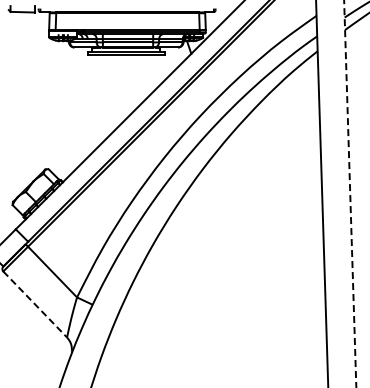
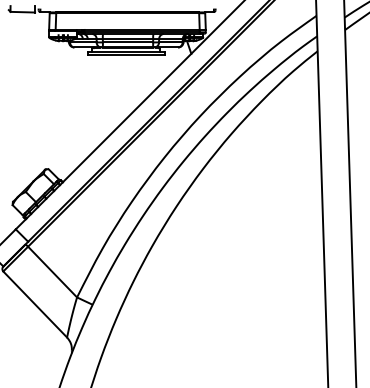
line at (350, 193): dashed -> solid
line at (35, 304): dashed -> solid
